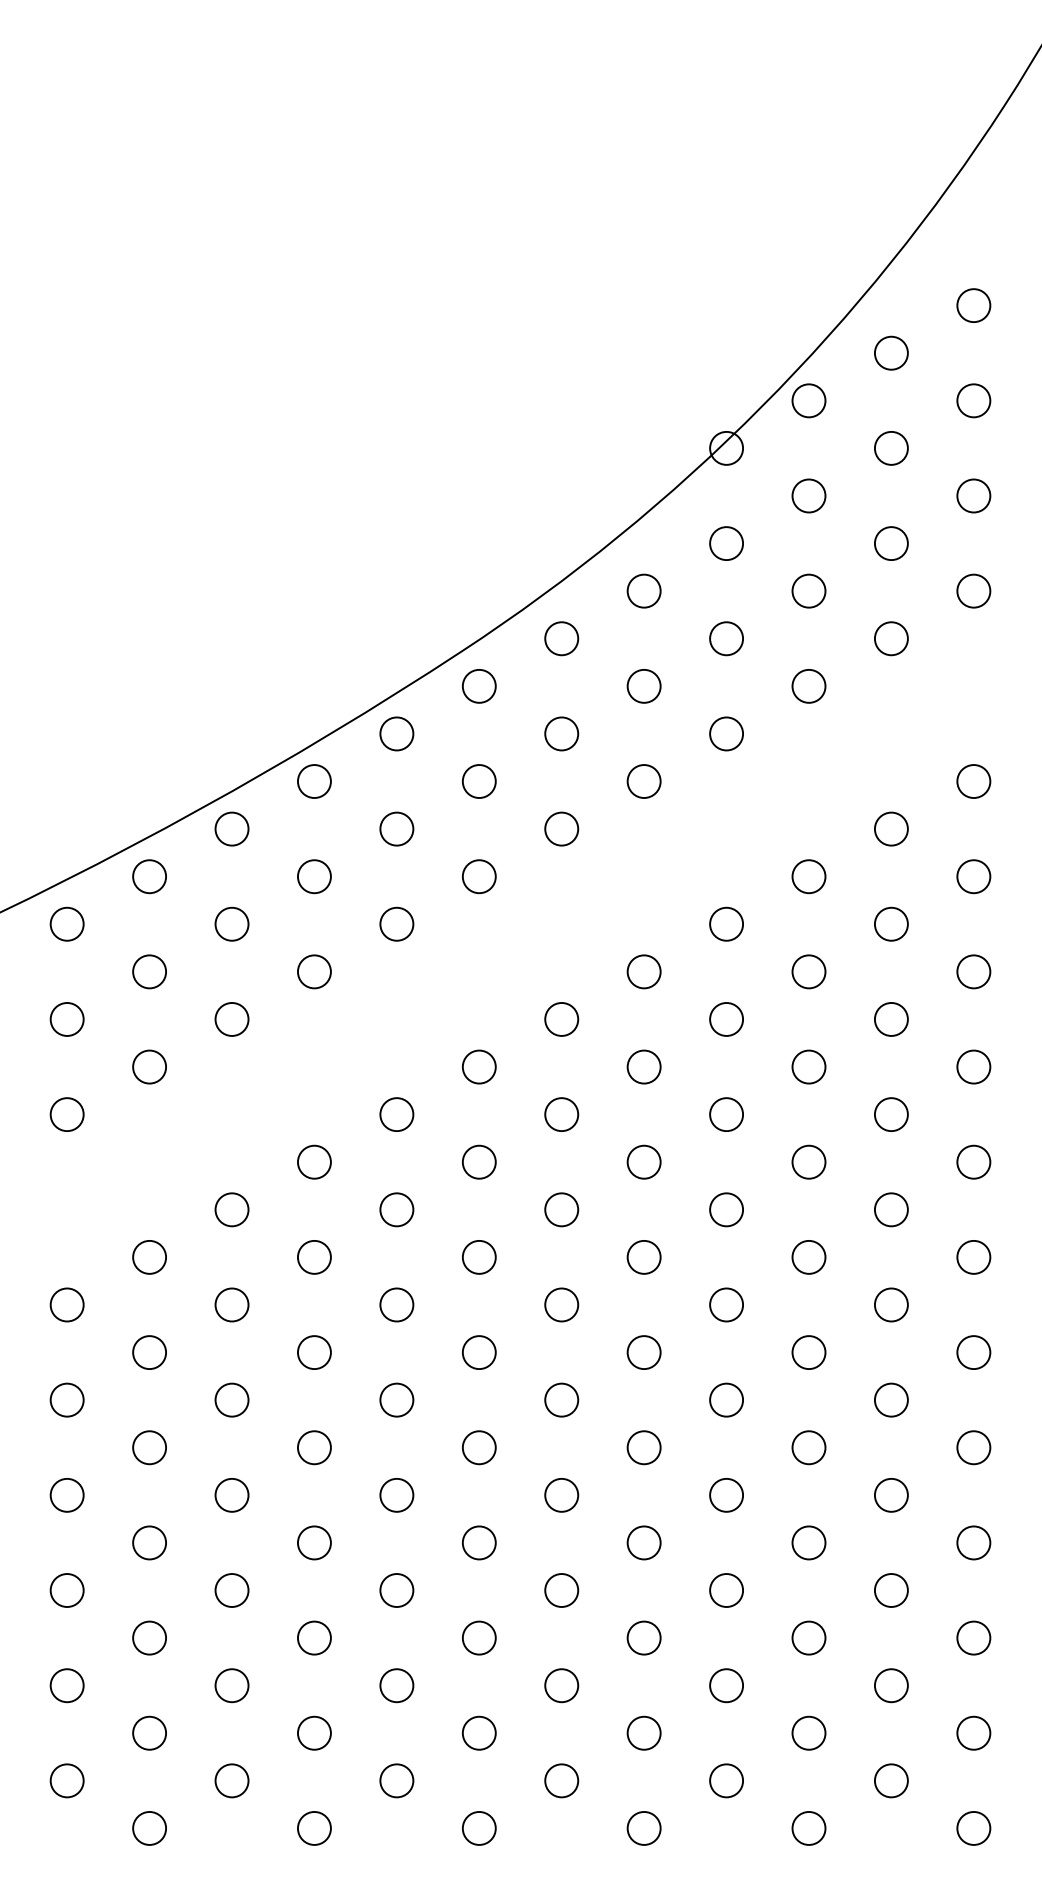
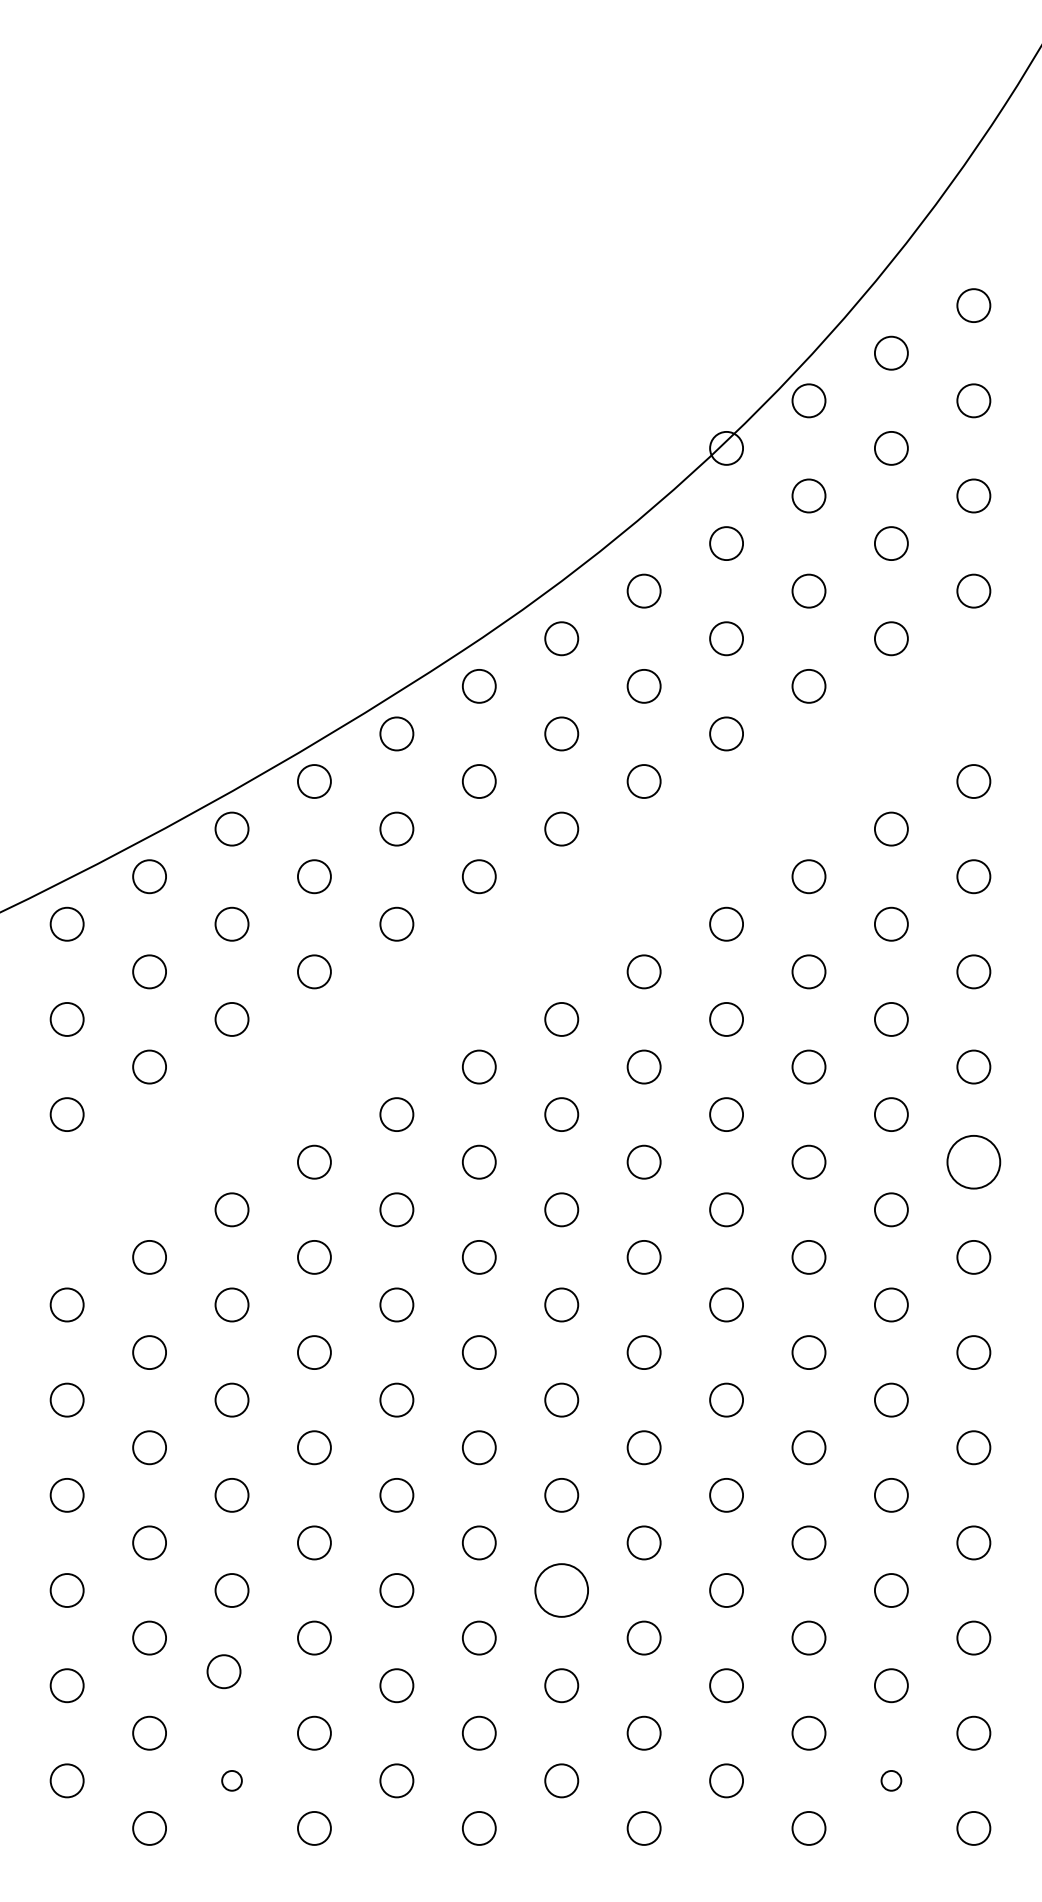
circle at (973, 1161) diameter: 33 px -> 53 px
circle at (561, 1590) diameter: 33 px -> 53 px
circle at (231, 1685) position: (231, 1685) -> (223, 1671)
circle at (231, 1780) diameter: 33 px -> 20 px
circle at (890, 1780) diameter: 33 px -> 20 px
